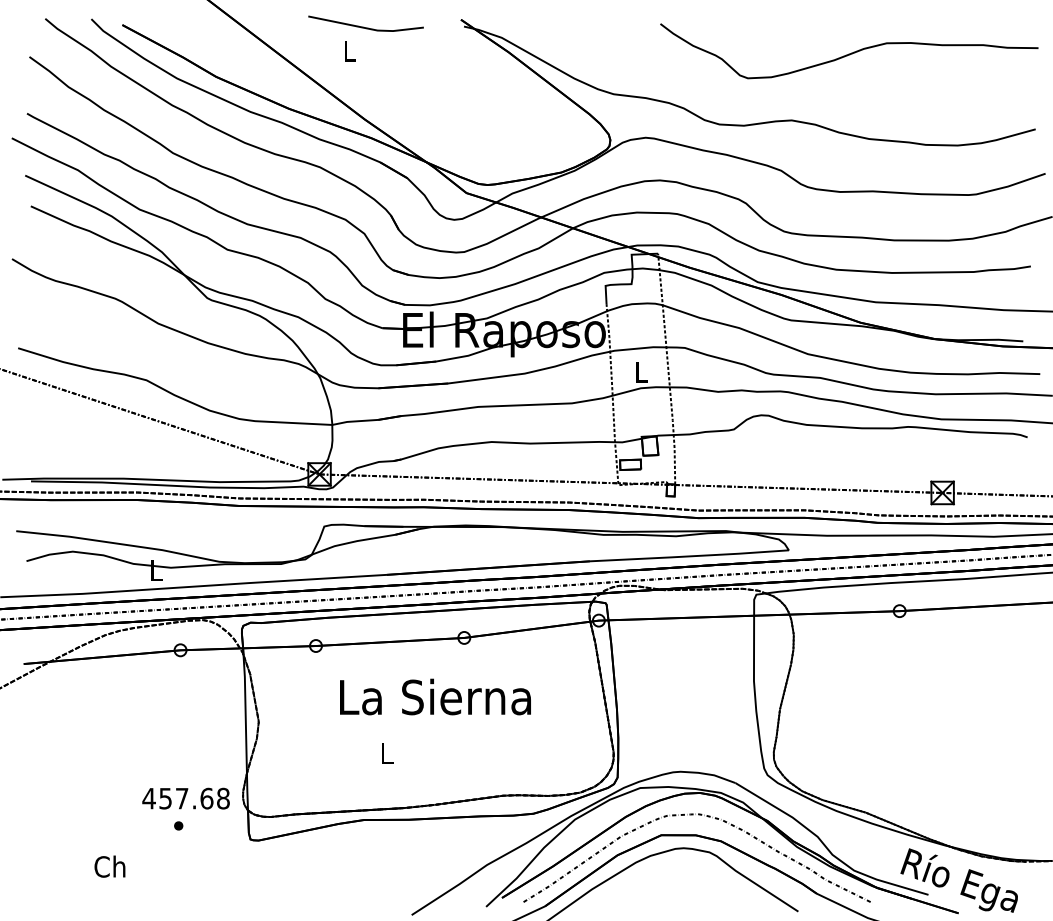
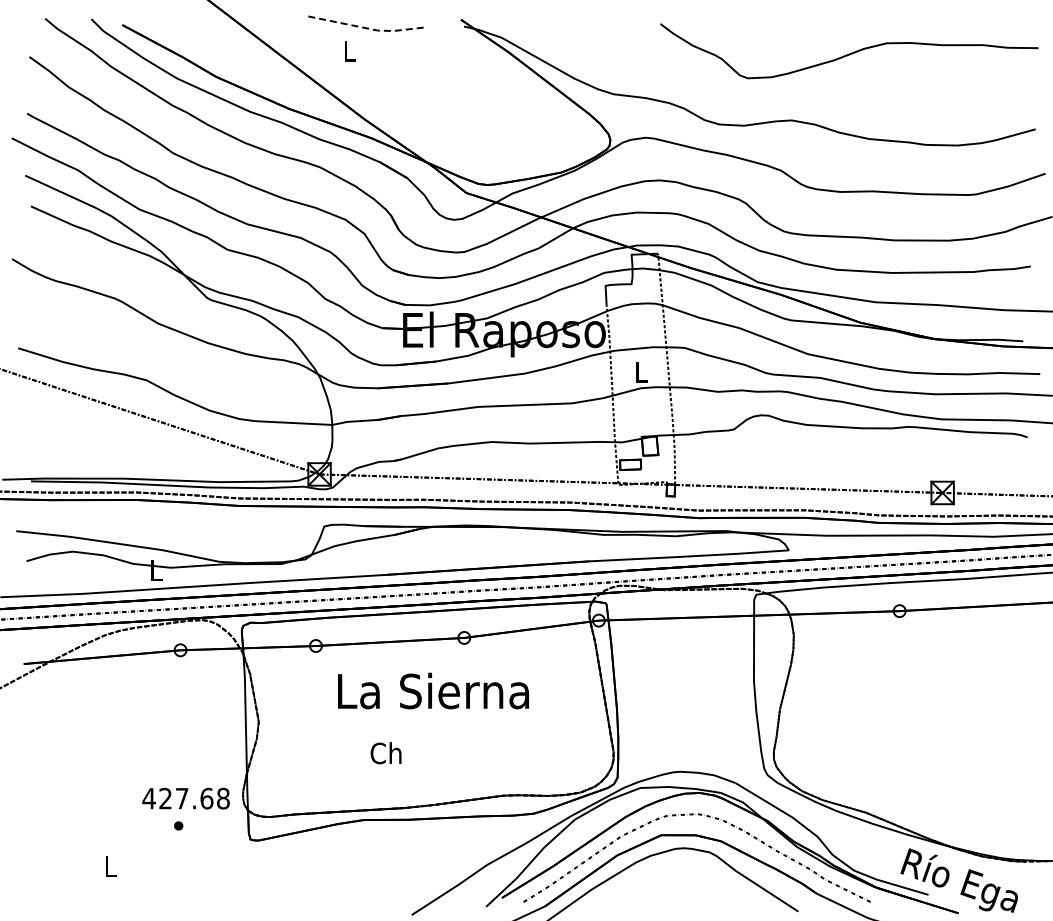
line at (367, 28): solid -> dashed
text at (435, 696) position: (435, 696) -> (433, 690)
text at (385, 753): L -> Ch
text at (165, 798): 457.68 -> 427.68
text at (109, 866): Ch -> L
